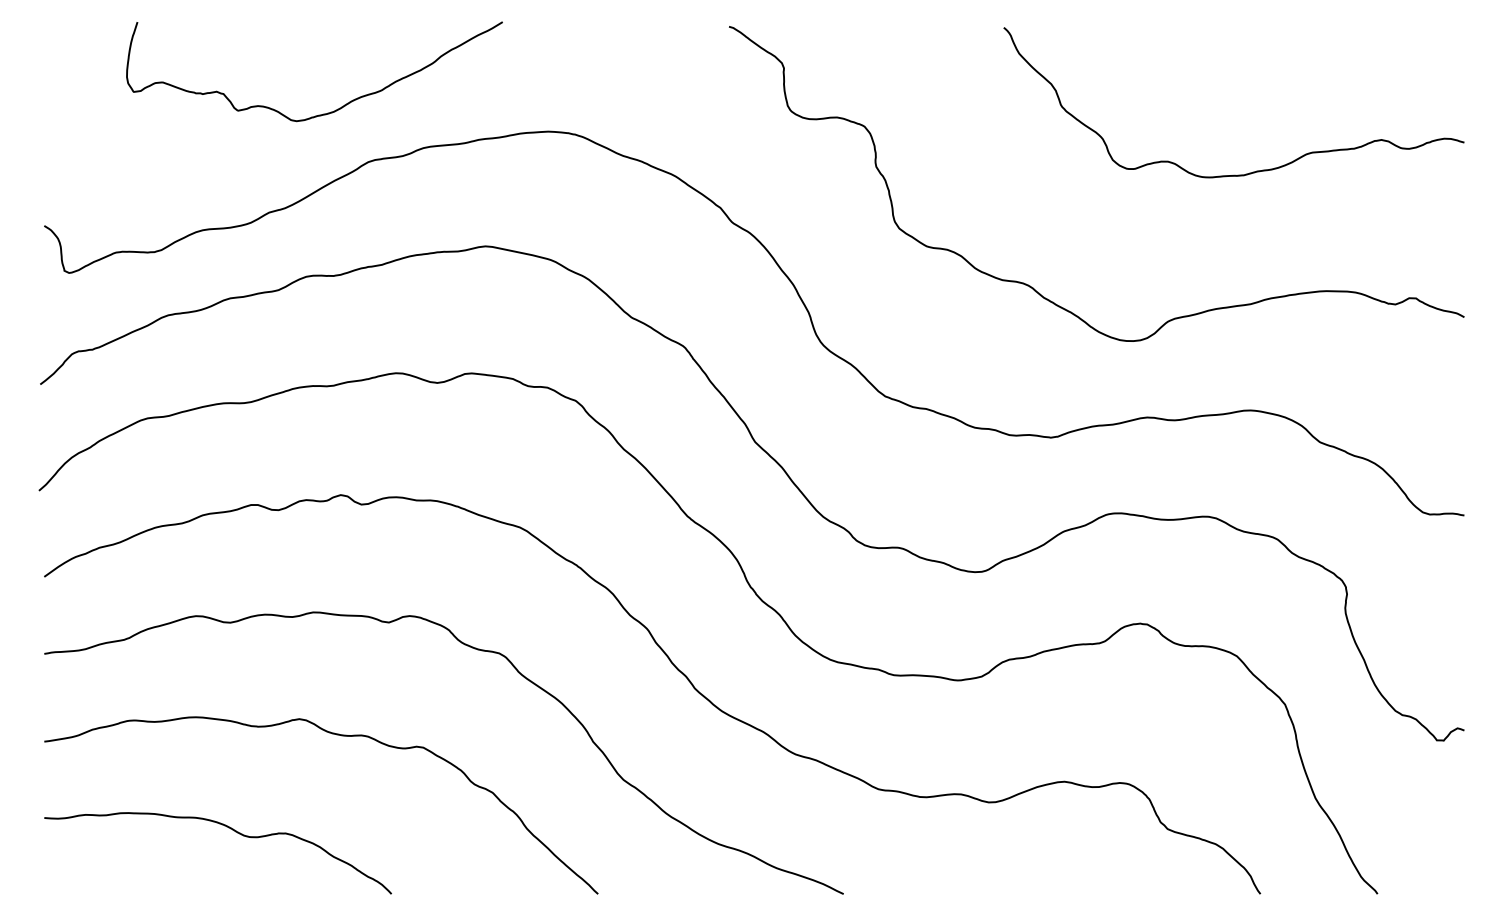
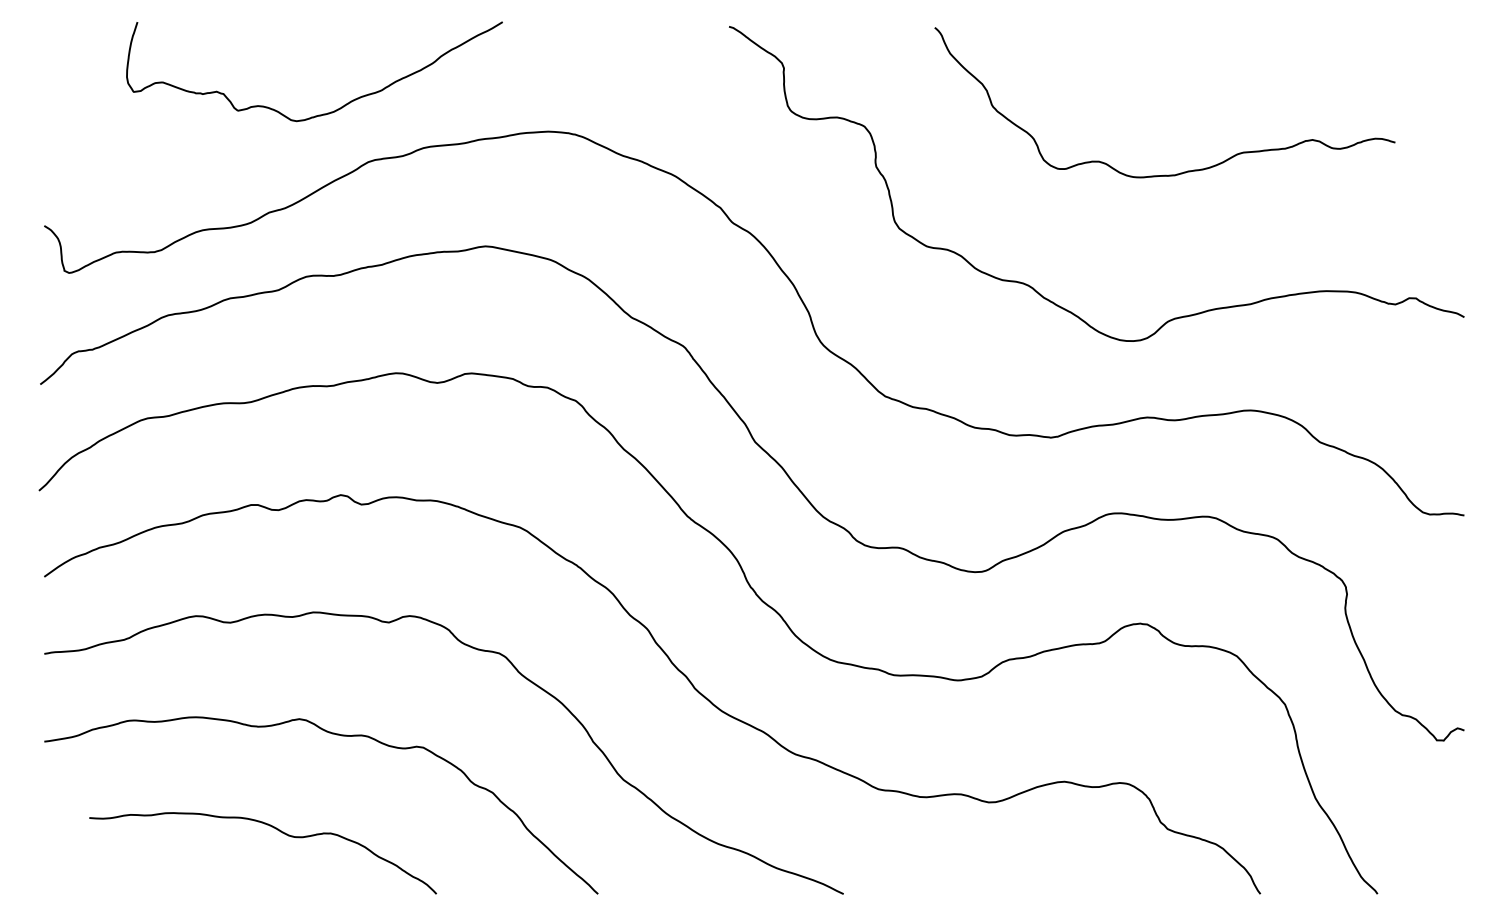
curve at (1256, 170) position: (1256, 170) -> (1187, 170)
curve at (230, 829) position: (230, 829) -> (275, 829)
